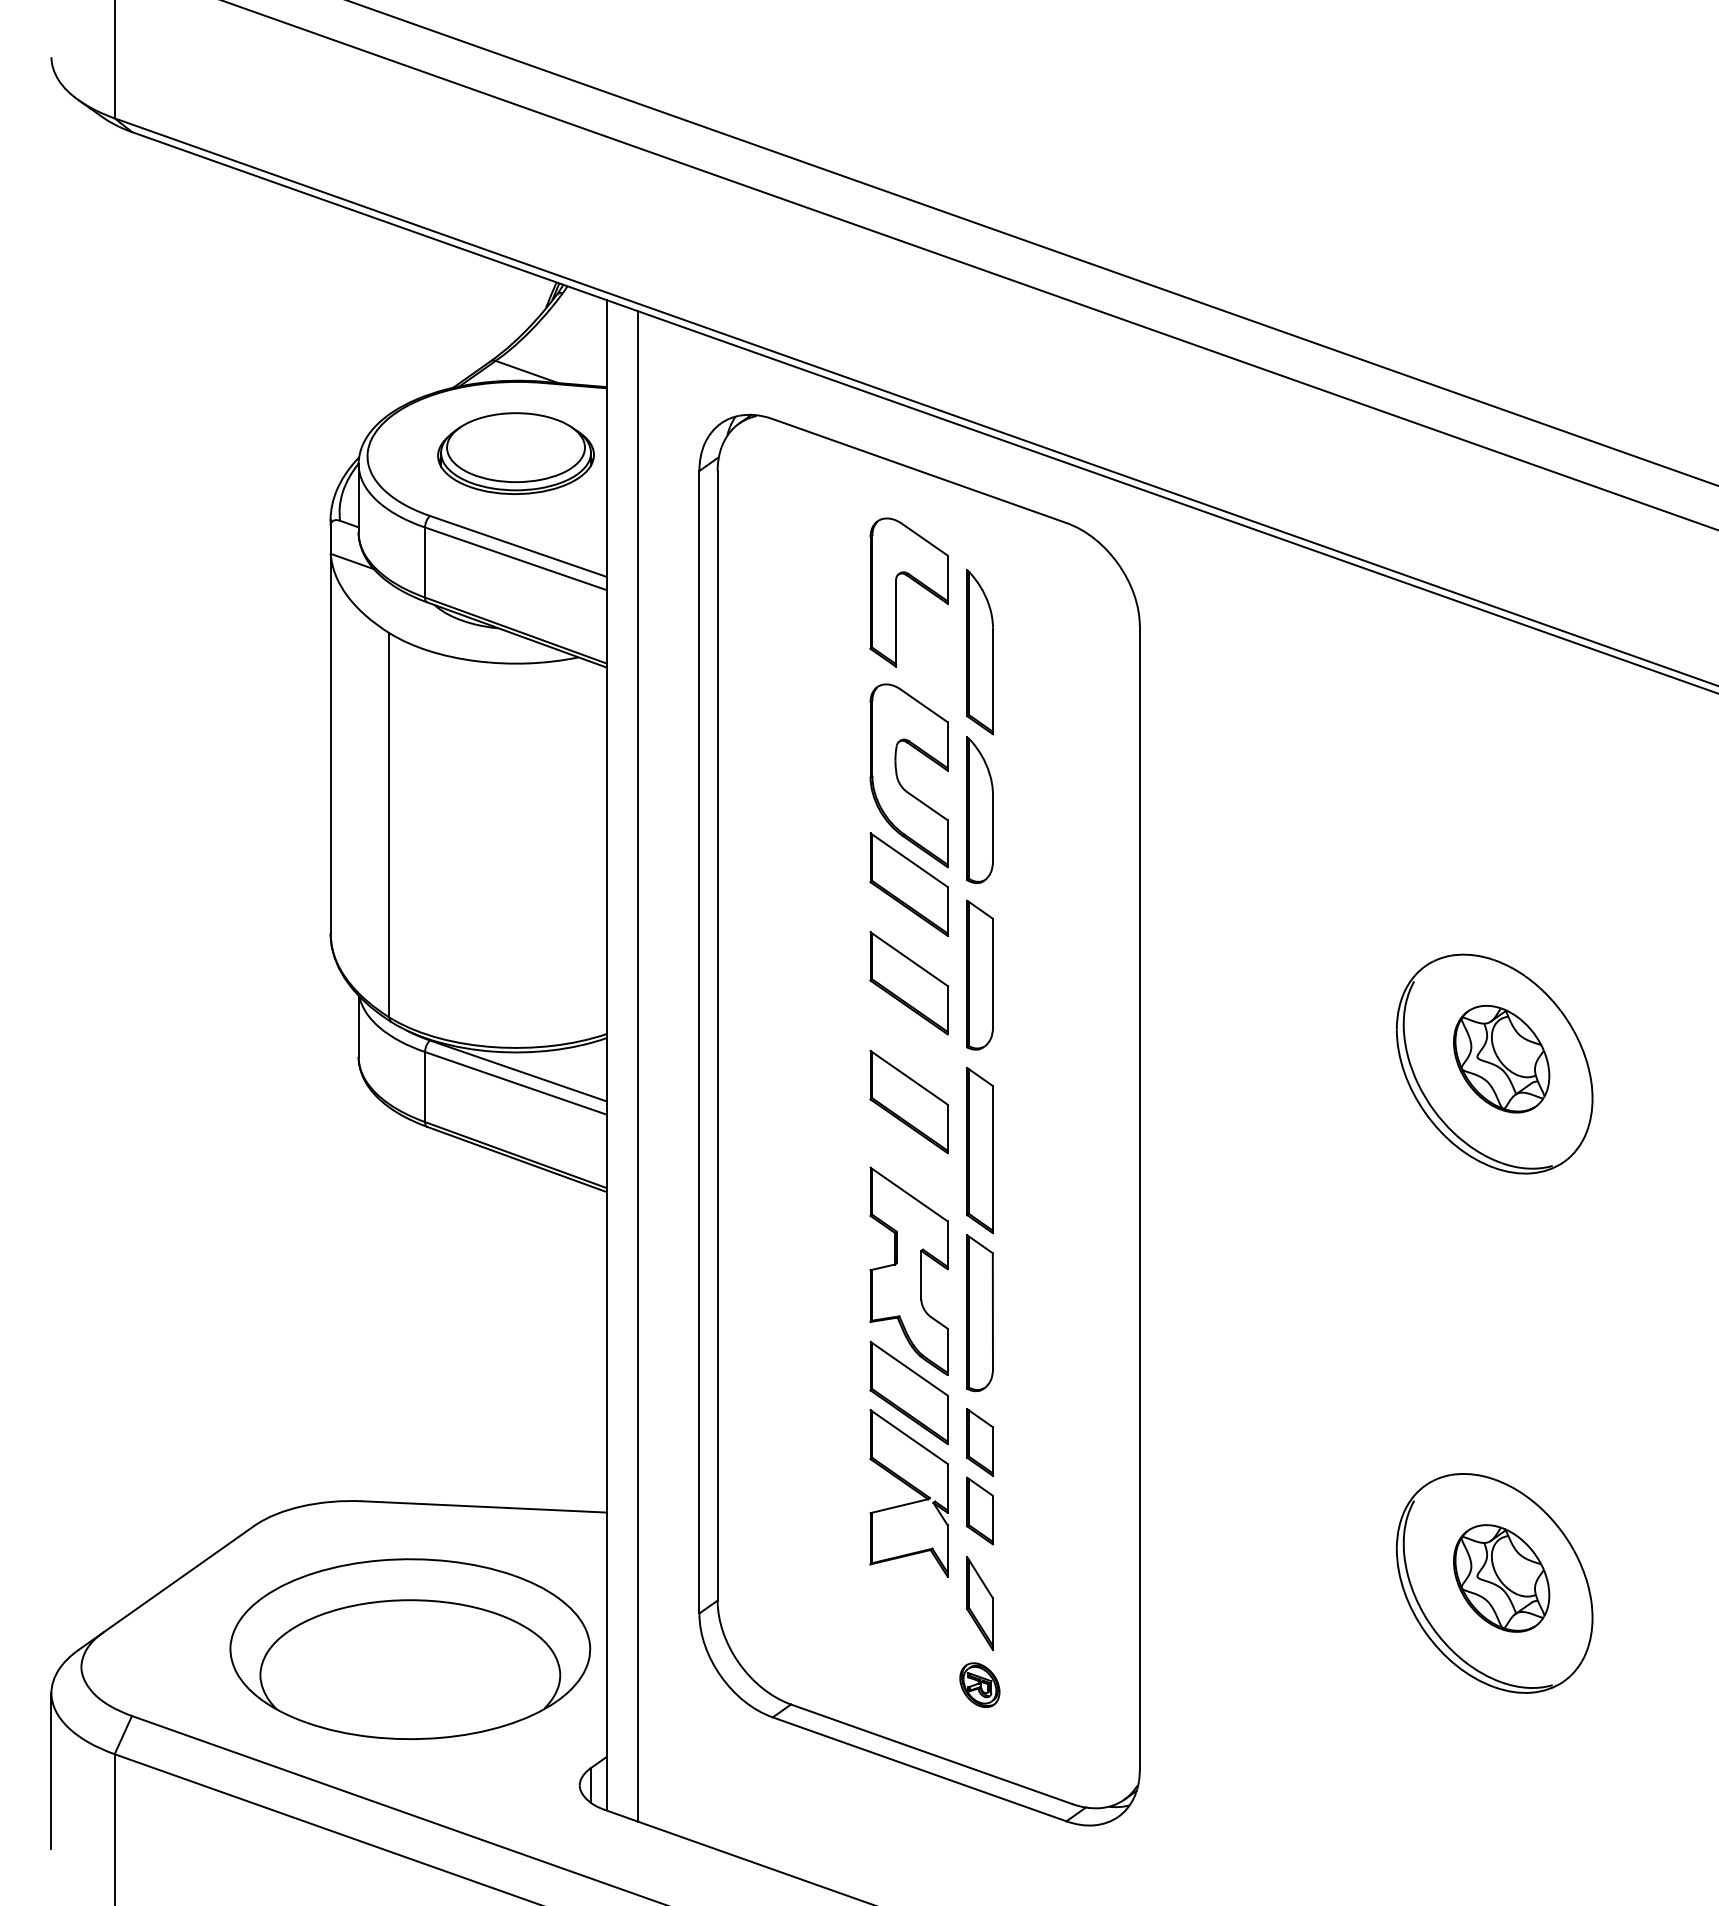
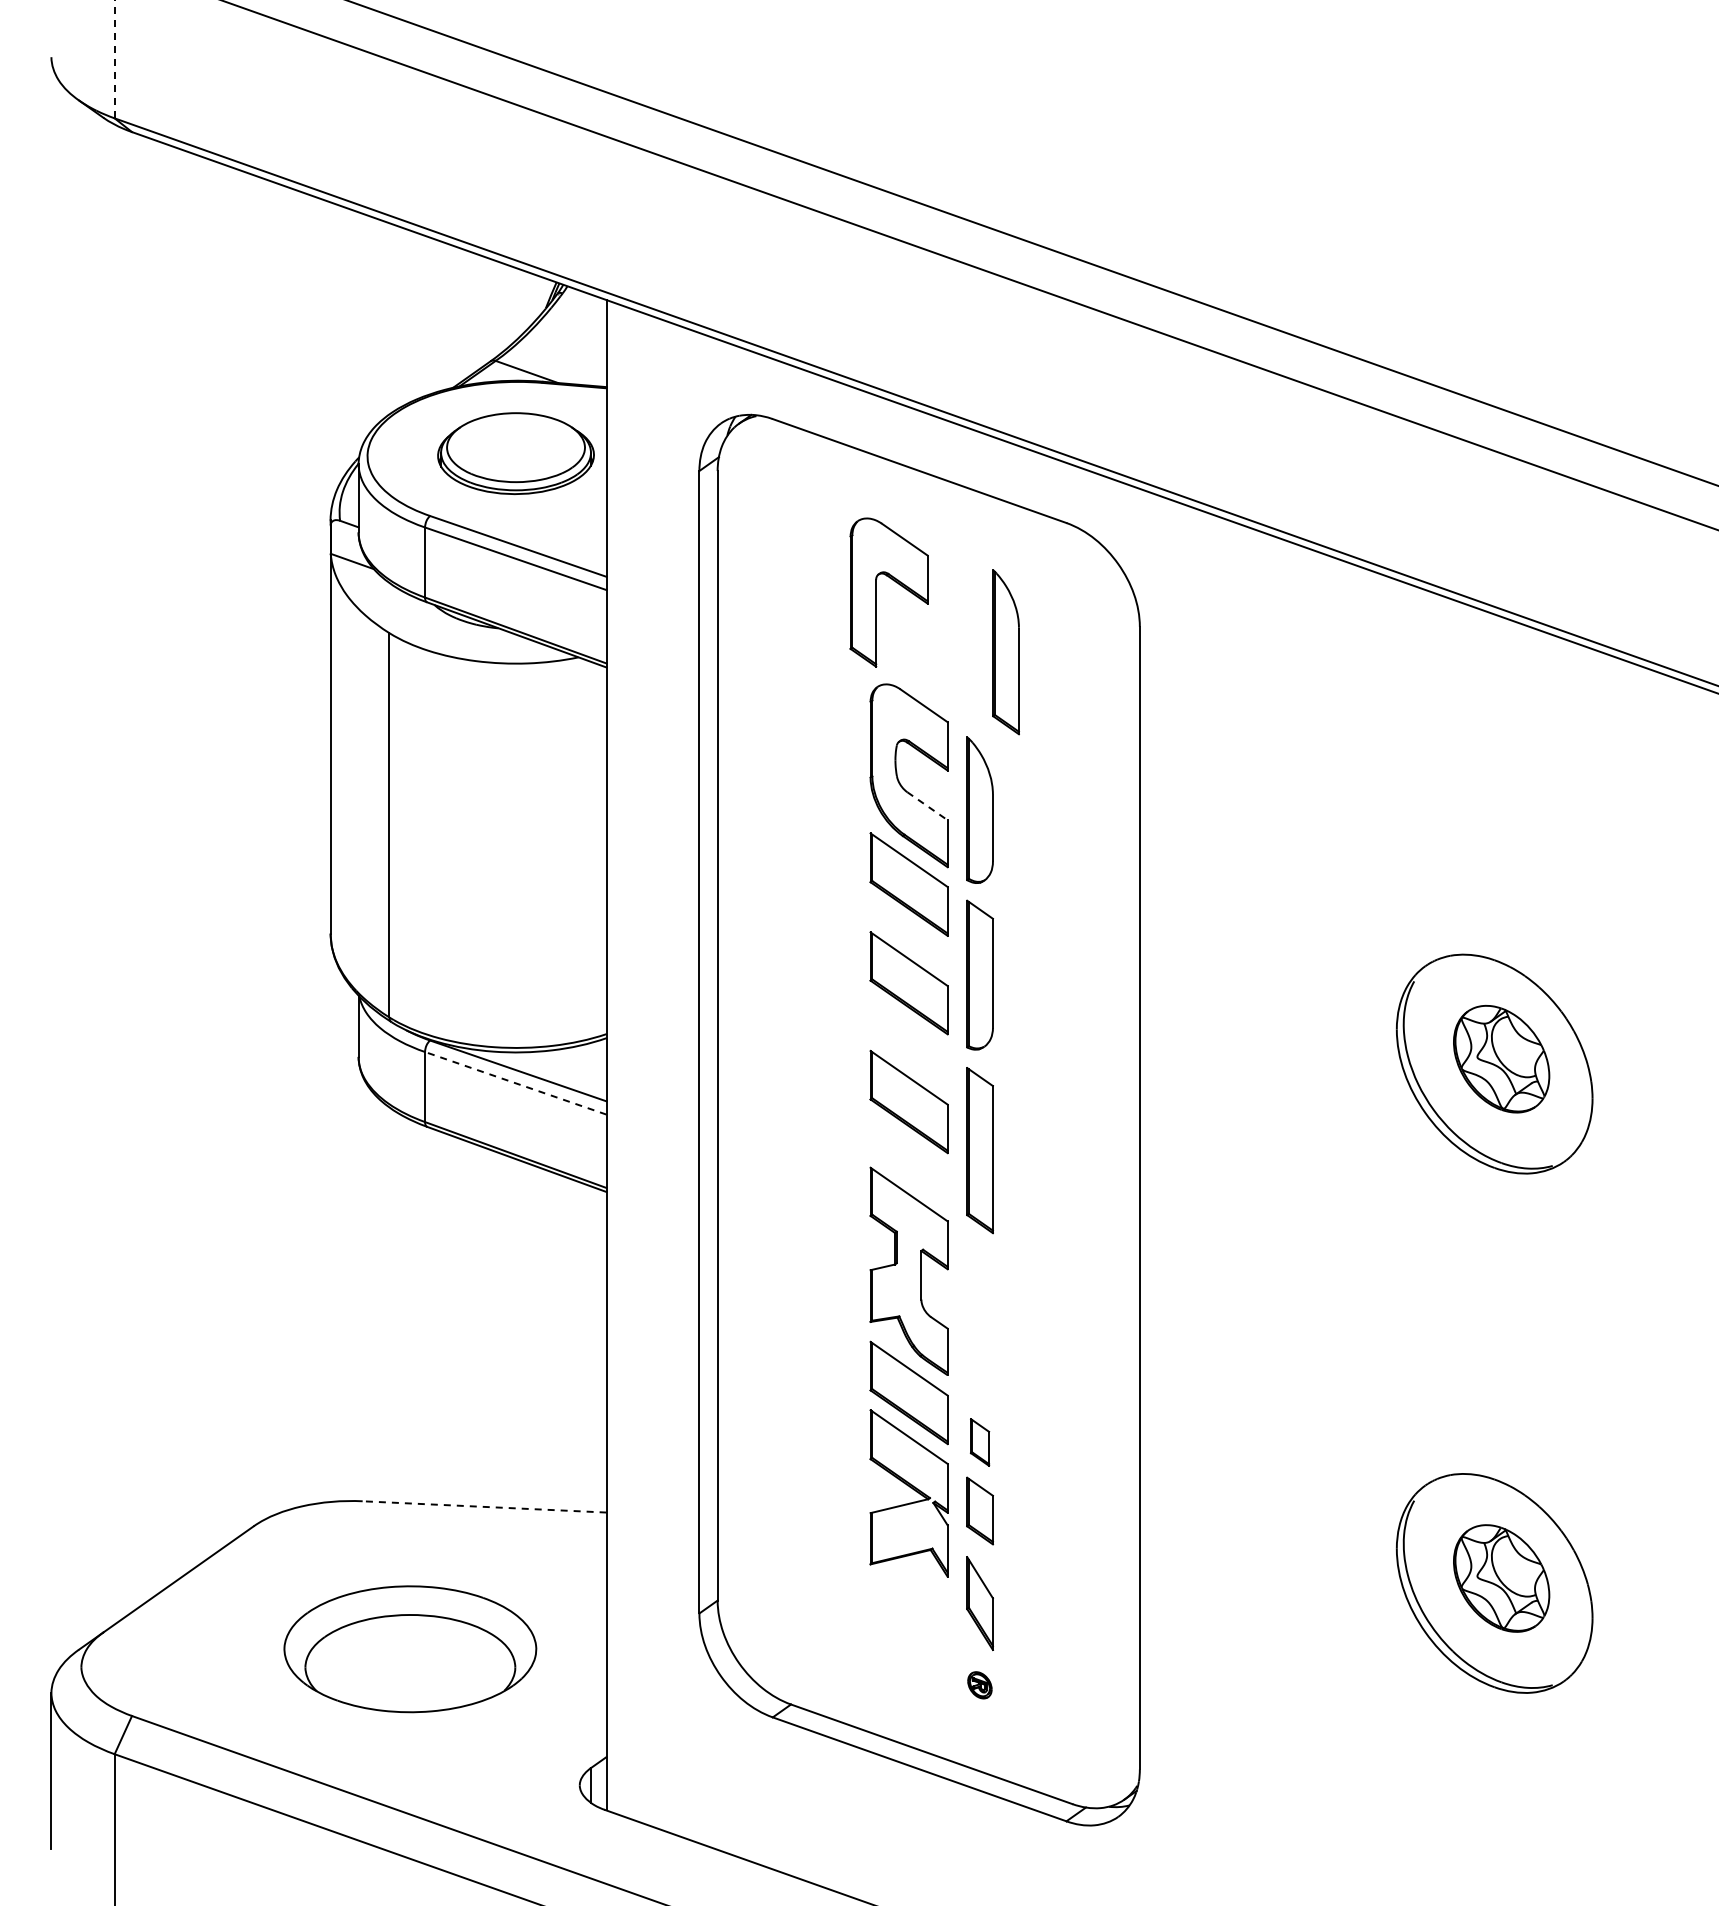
line at (114, 59): solid -> dashed
part at (896, 592) position: (896, 592) -> (876, 592)
part at (979, 652) position: (979, 652) -> (1005, 652)
line at (927, 806): solid -> dashed
line at (638, 1066): present -> none
line at (515, 1083): solid -> dashed
part at (979, 1313): present -> none
part at (979, 1442) size: 28x69 px -> 22x49 px
line at (484, 1506): solid -> dashed
part at (410, 1649) size: 363x183 px -> 255x129 px
part at (979, 1685) size: 42x47 px -> 26x29 px
